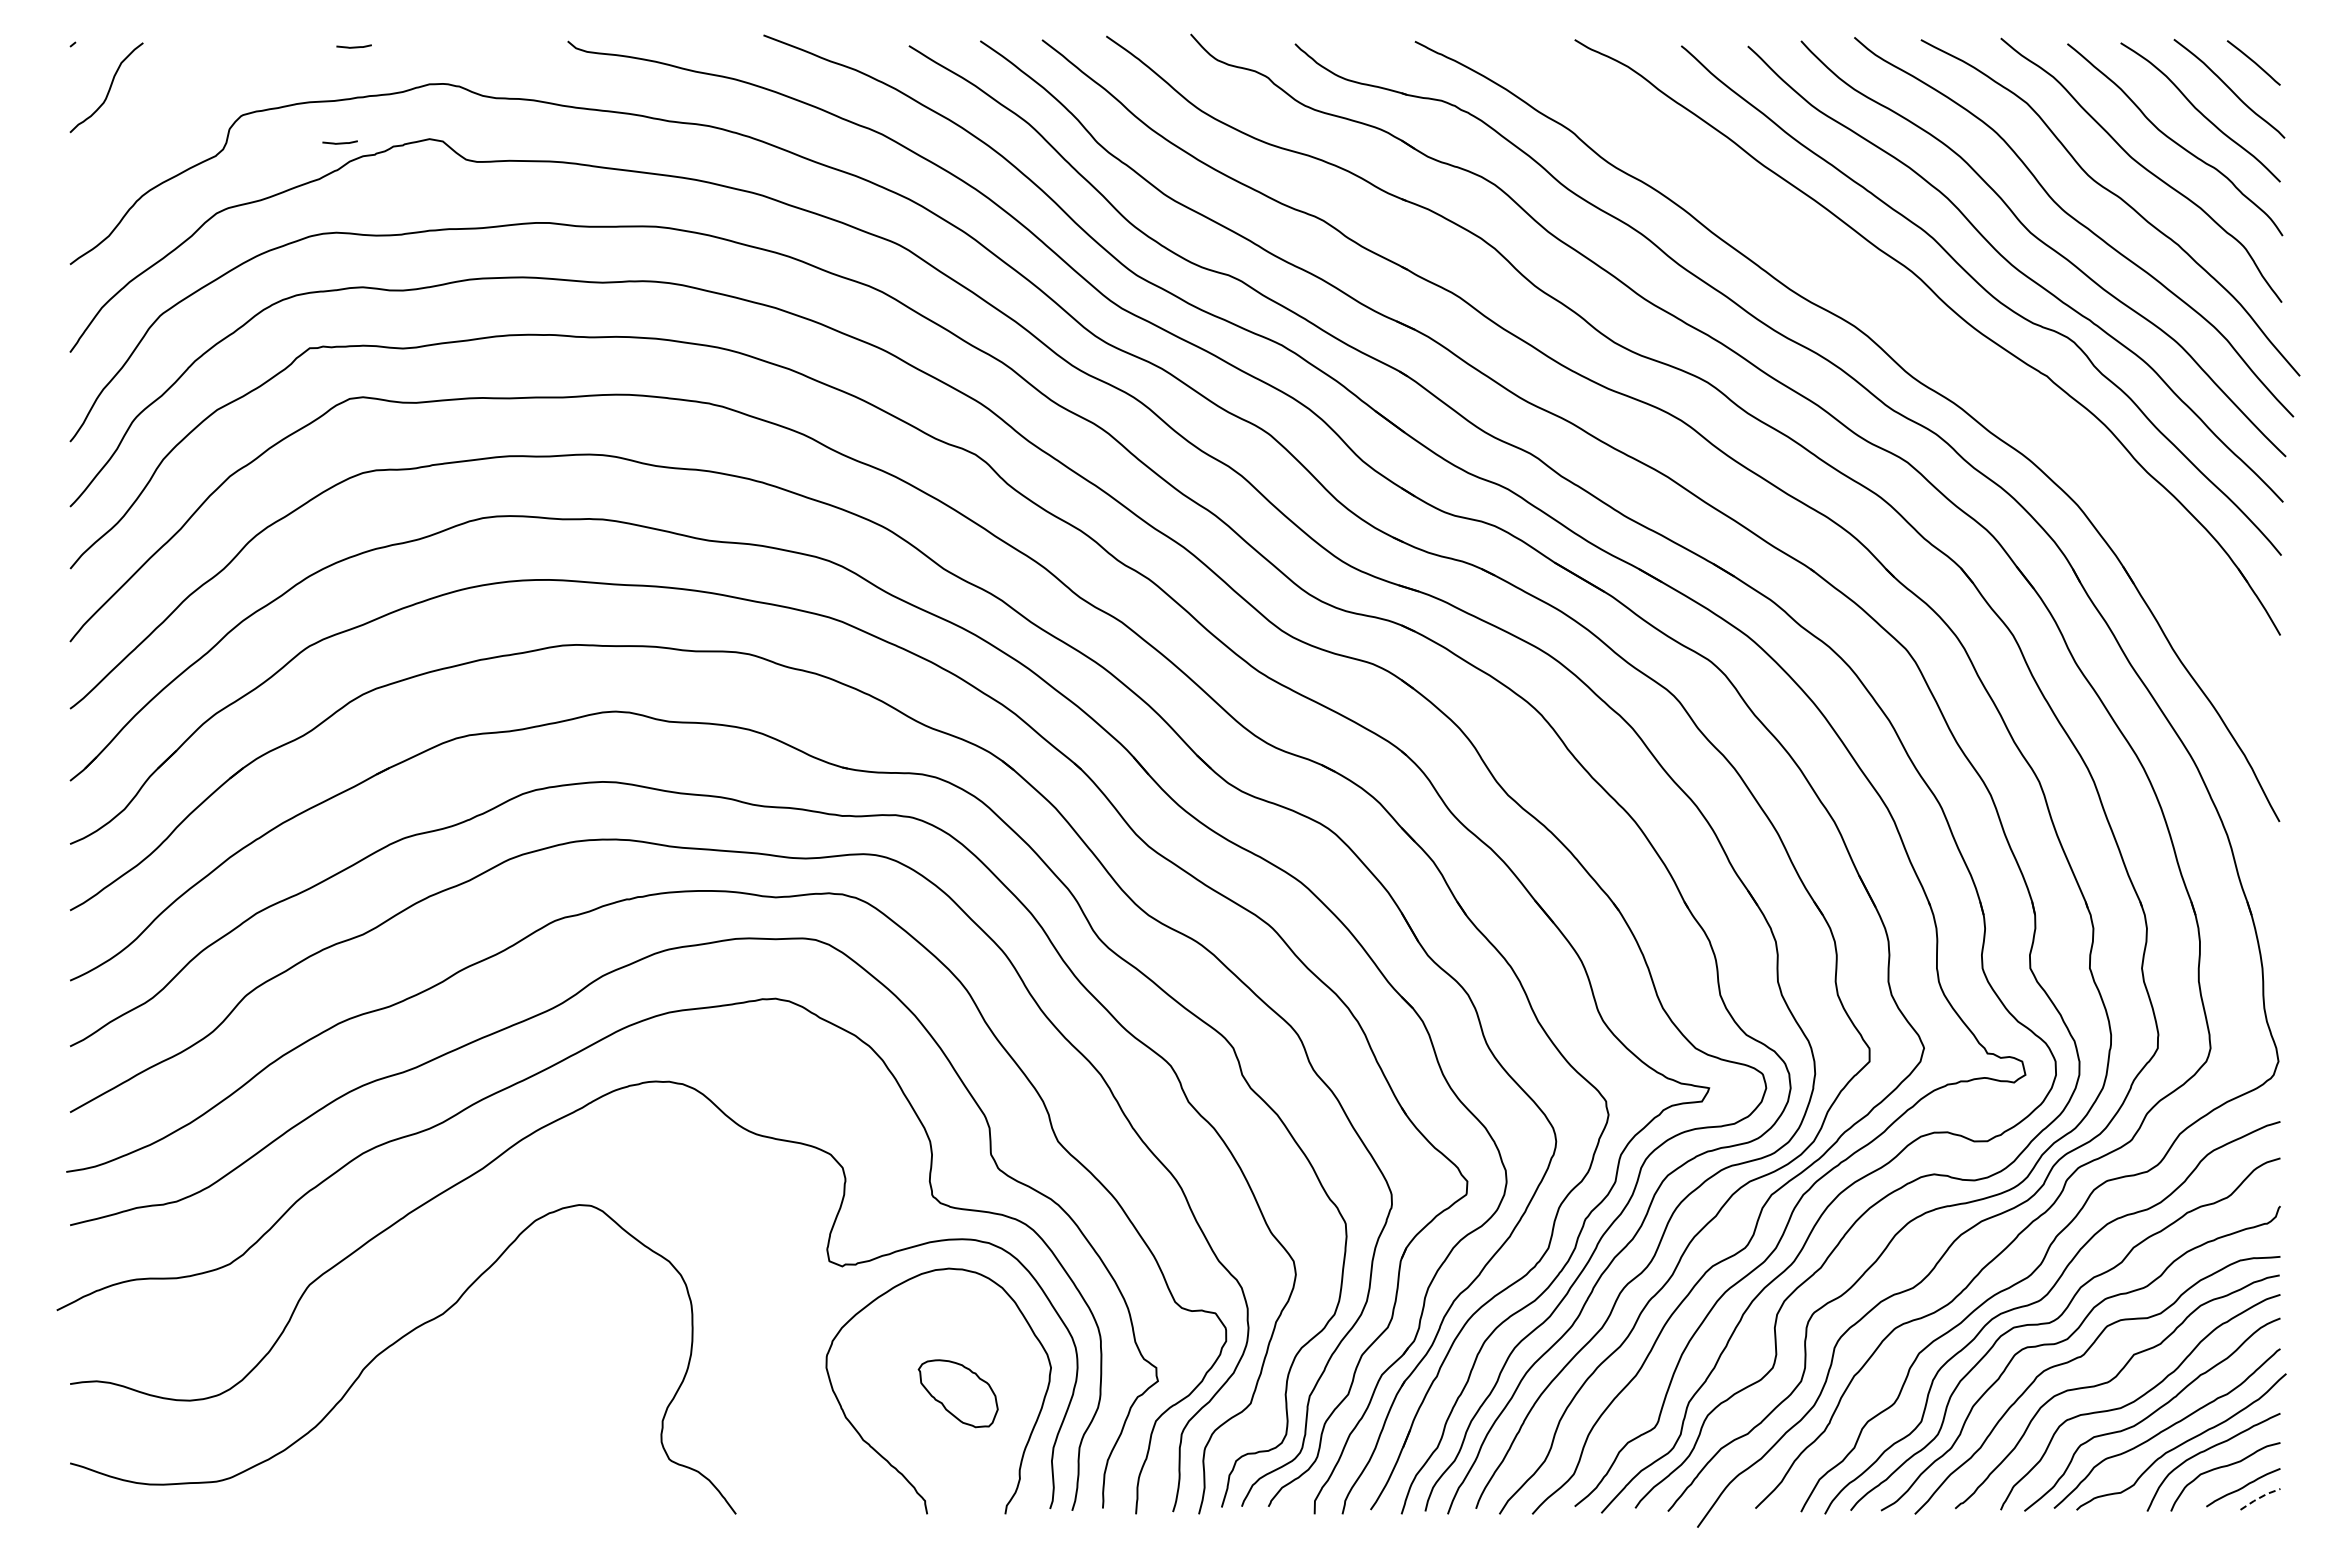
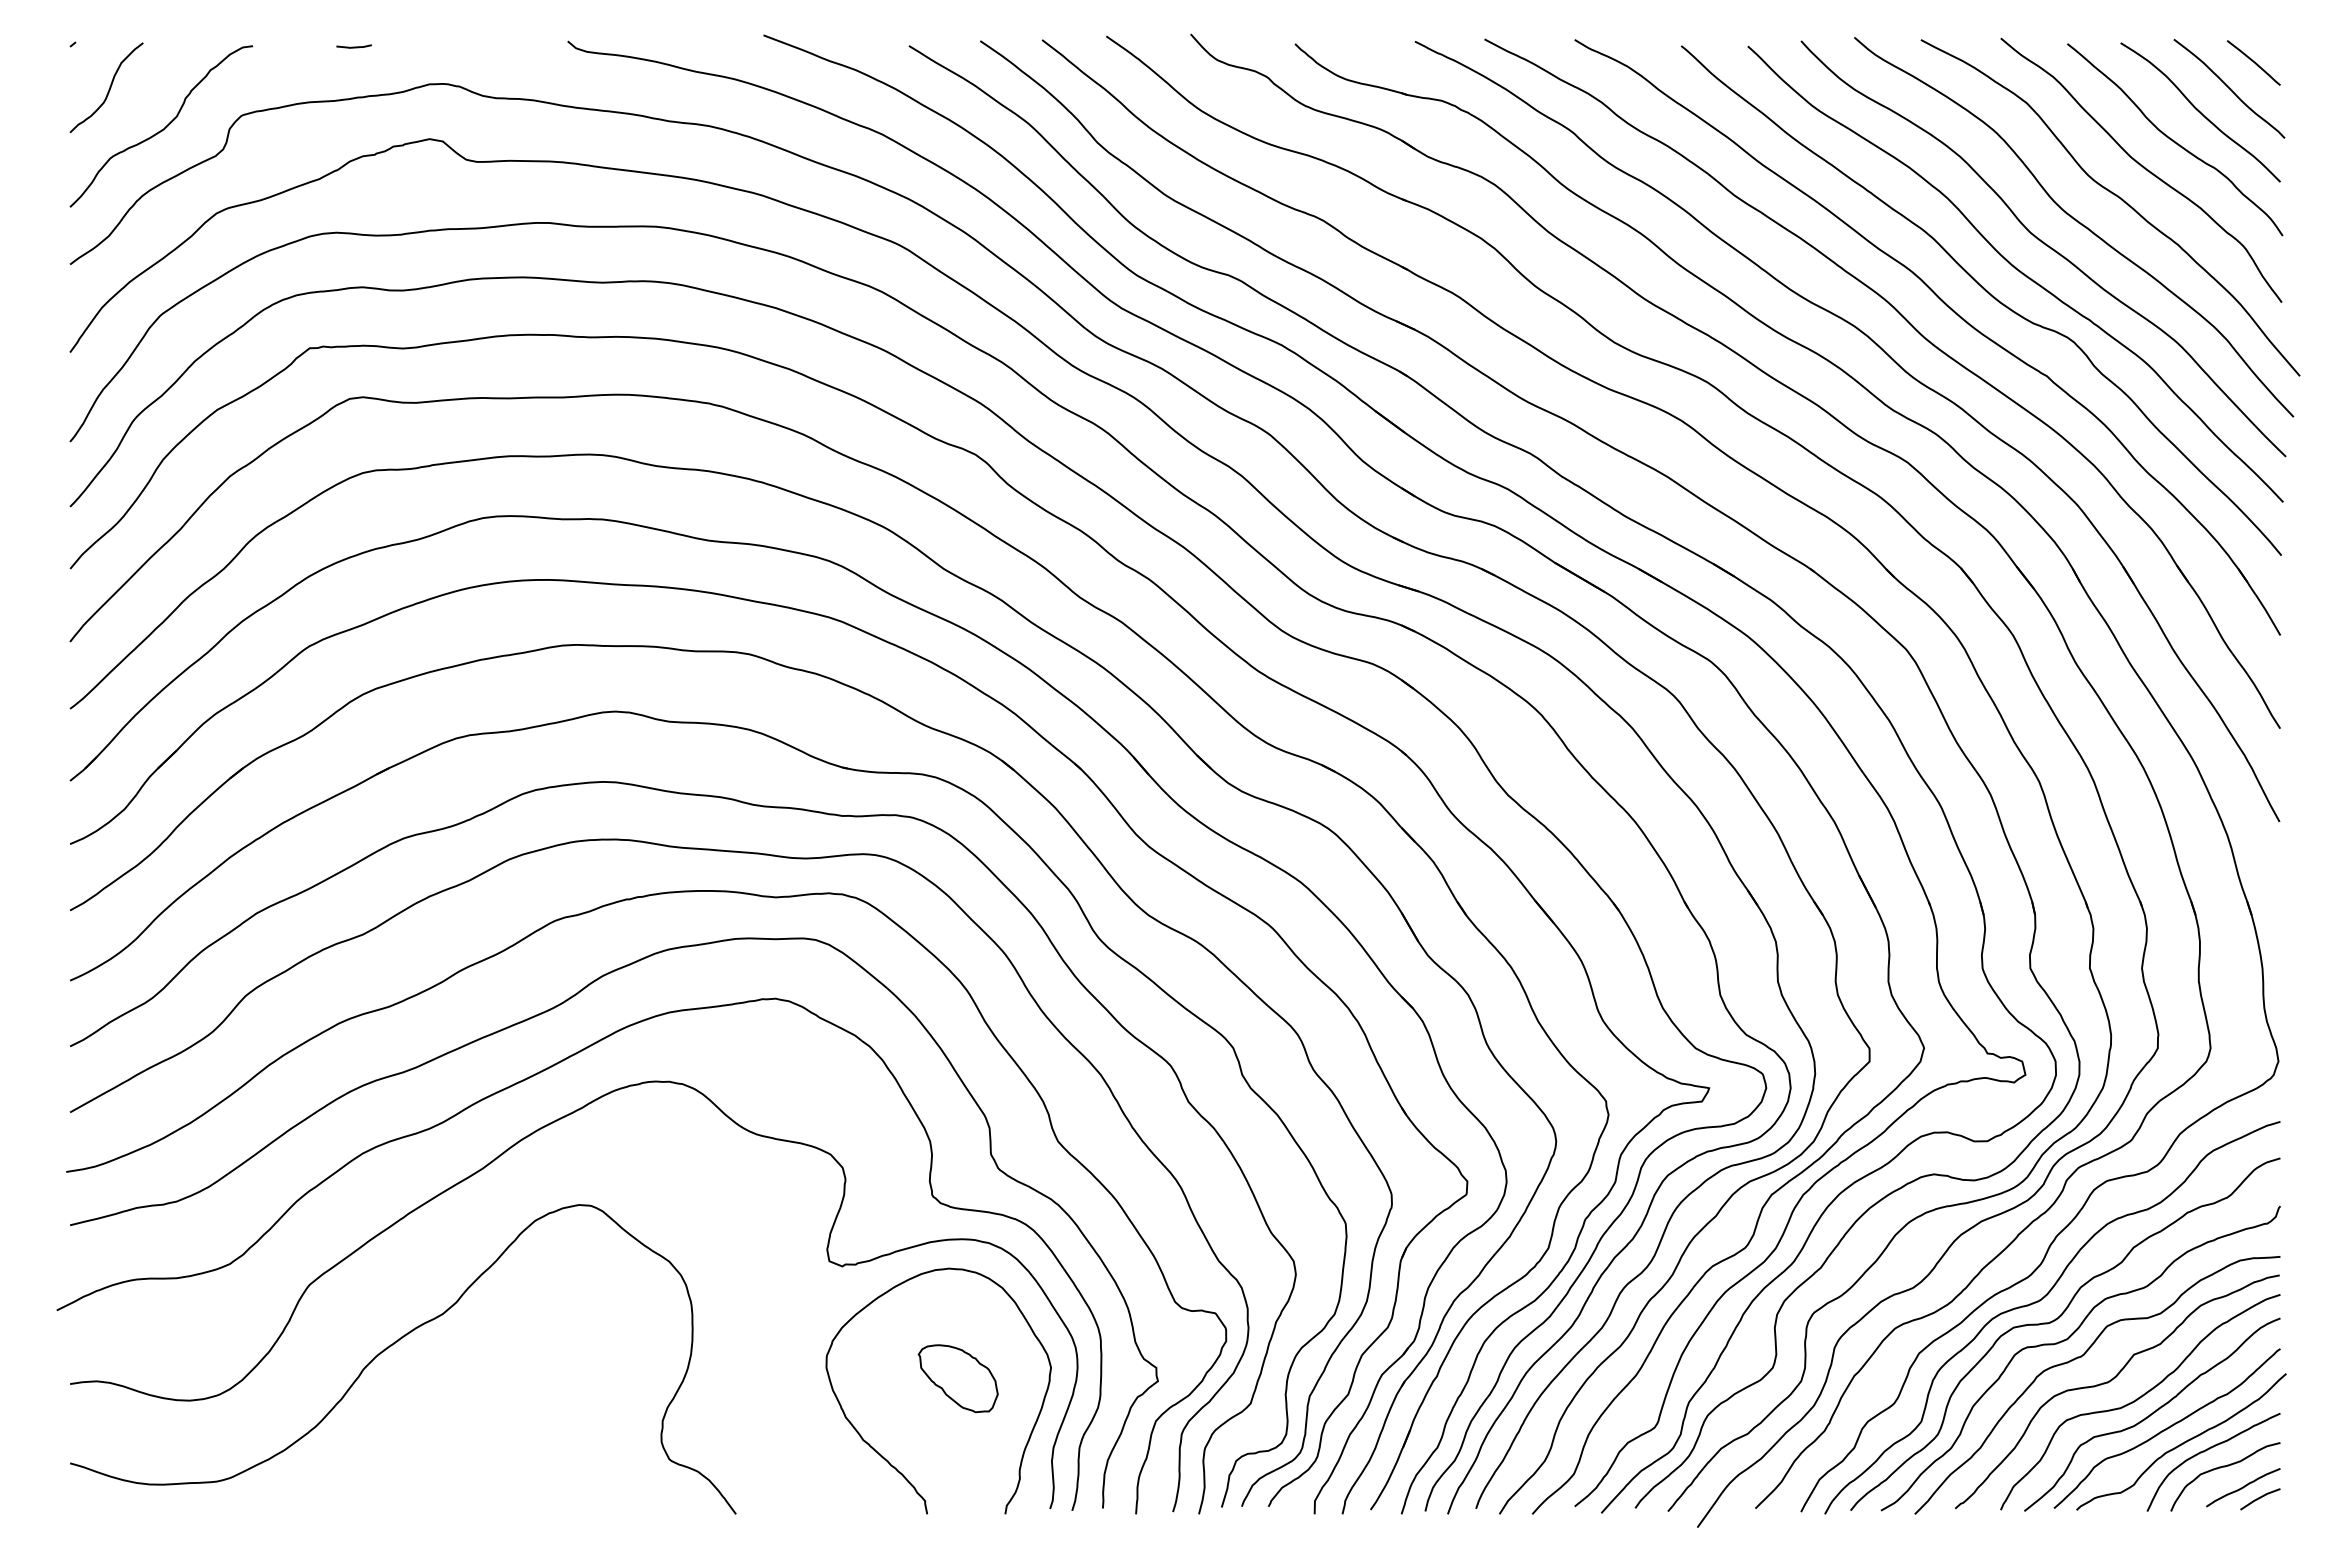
curve at (161, 129): none -> present
curve at (339, 142): present -> none
part at (1923, 338): none -> present
part at (957, 1393) position: (957, 1393) -> (957, 1378)
line at (2259, 1497): dashed -> solid
